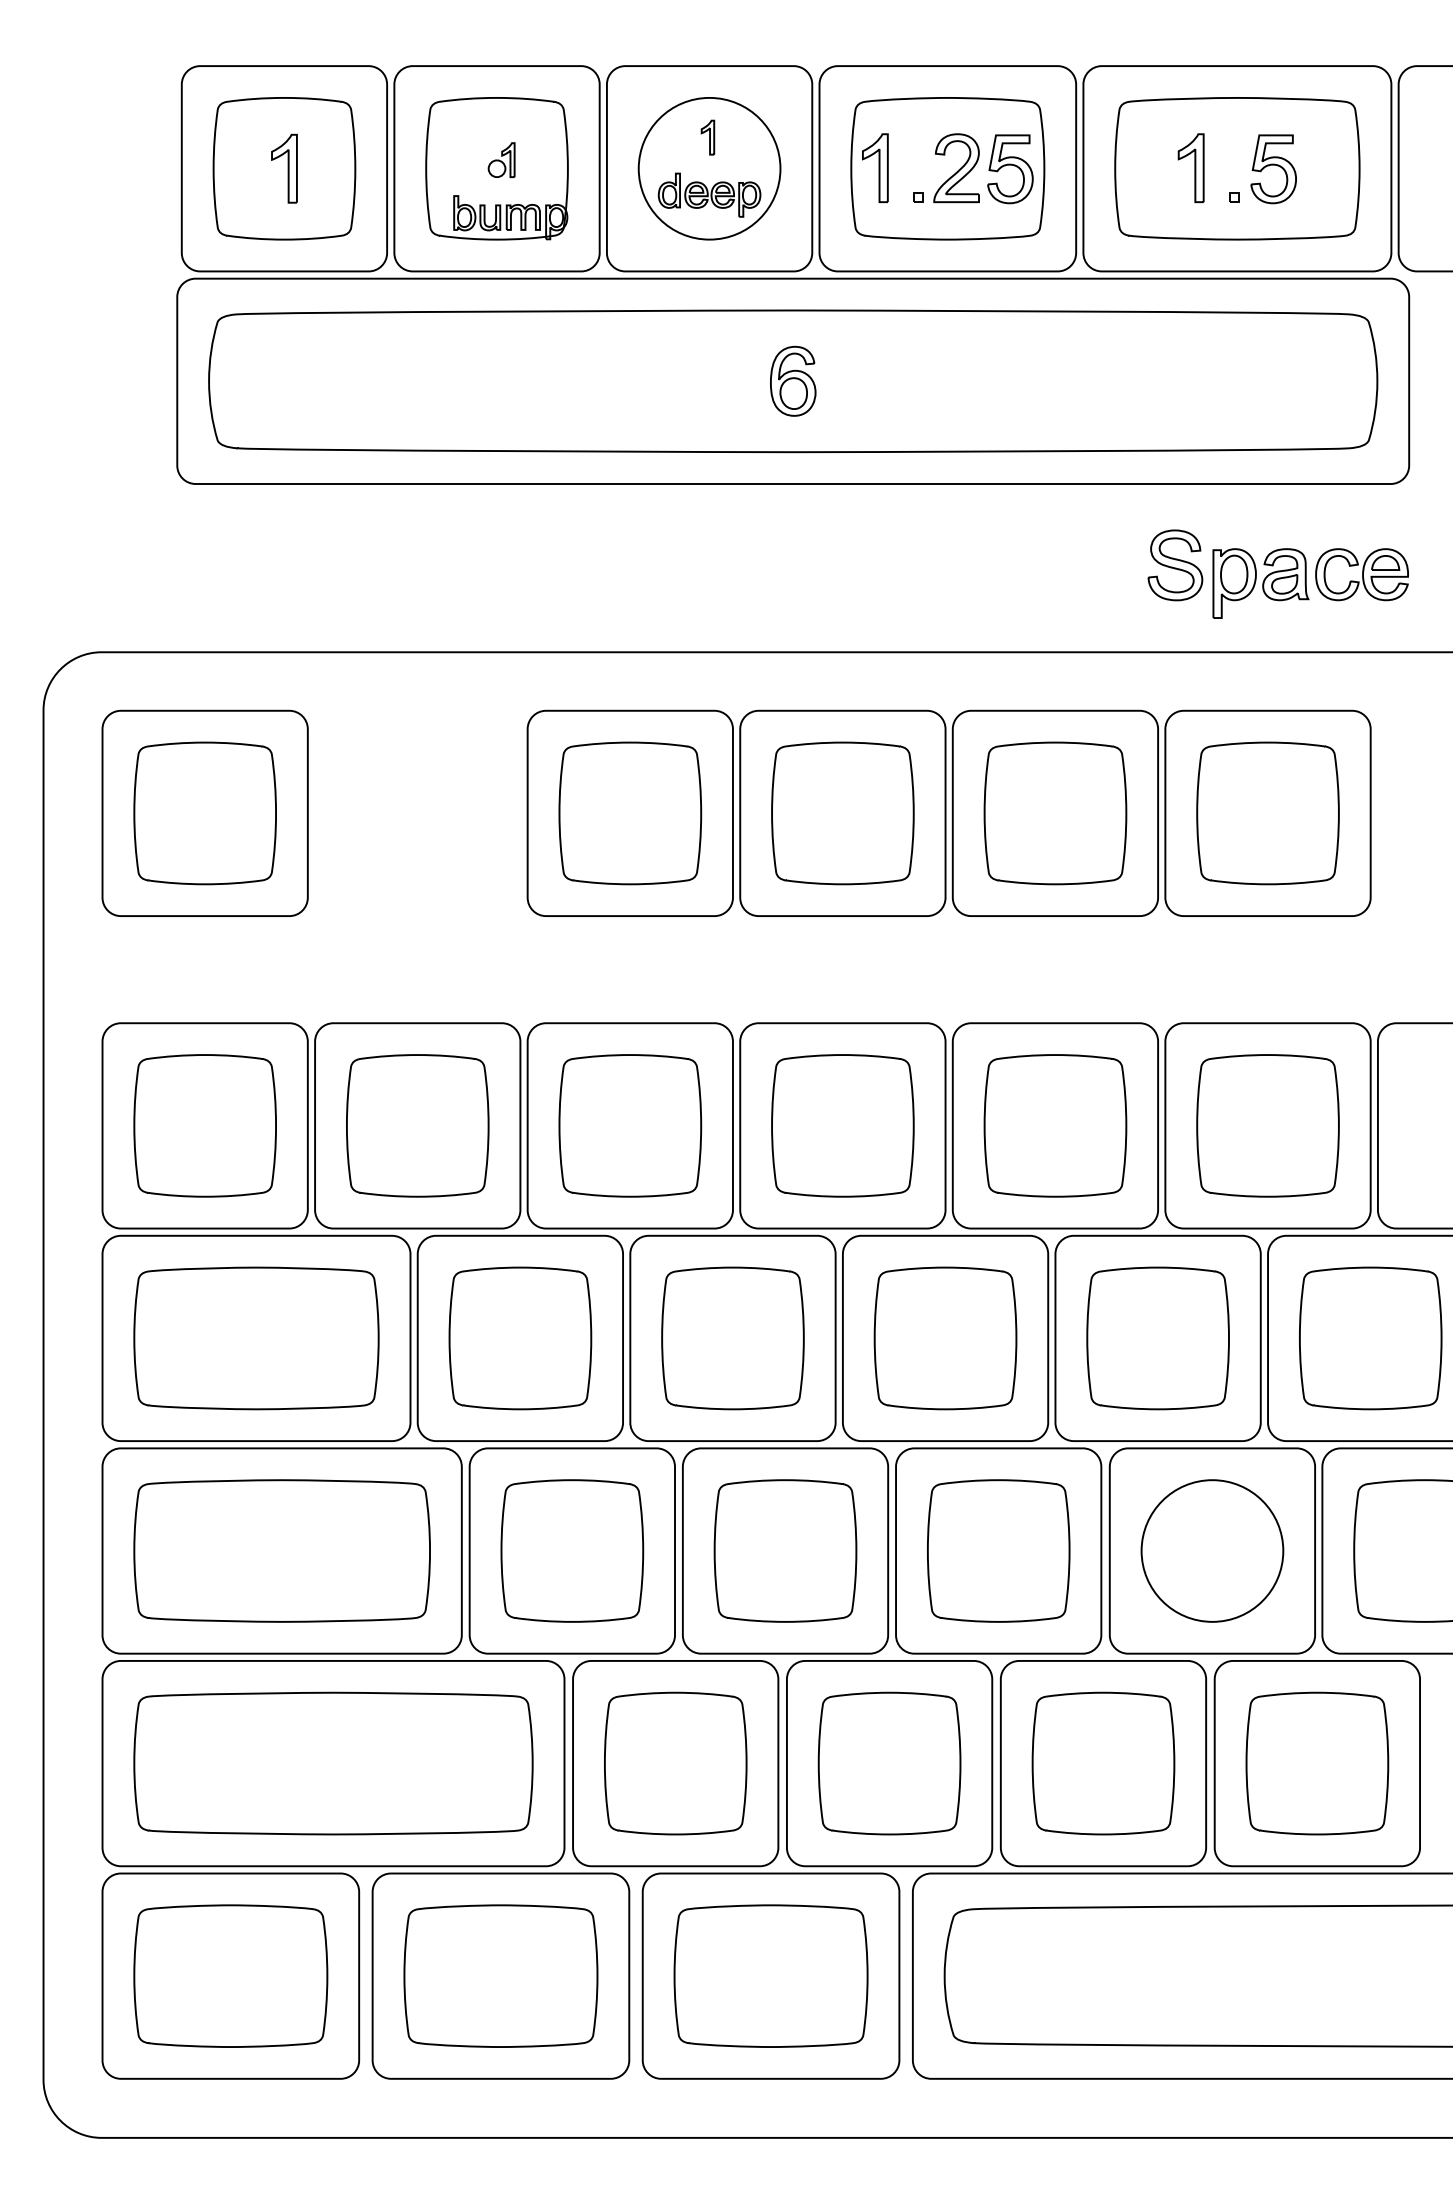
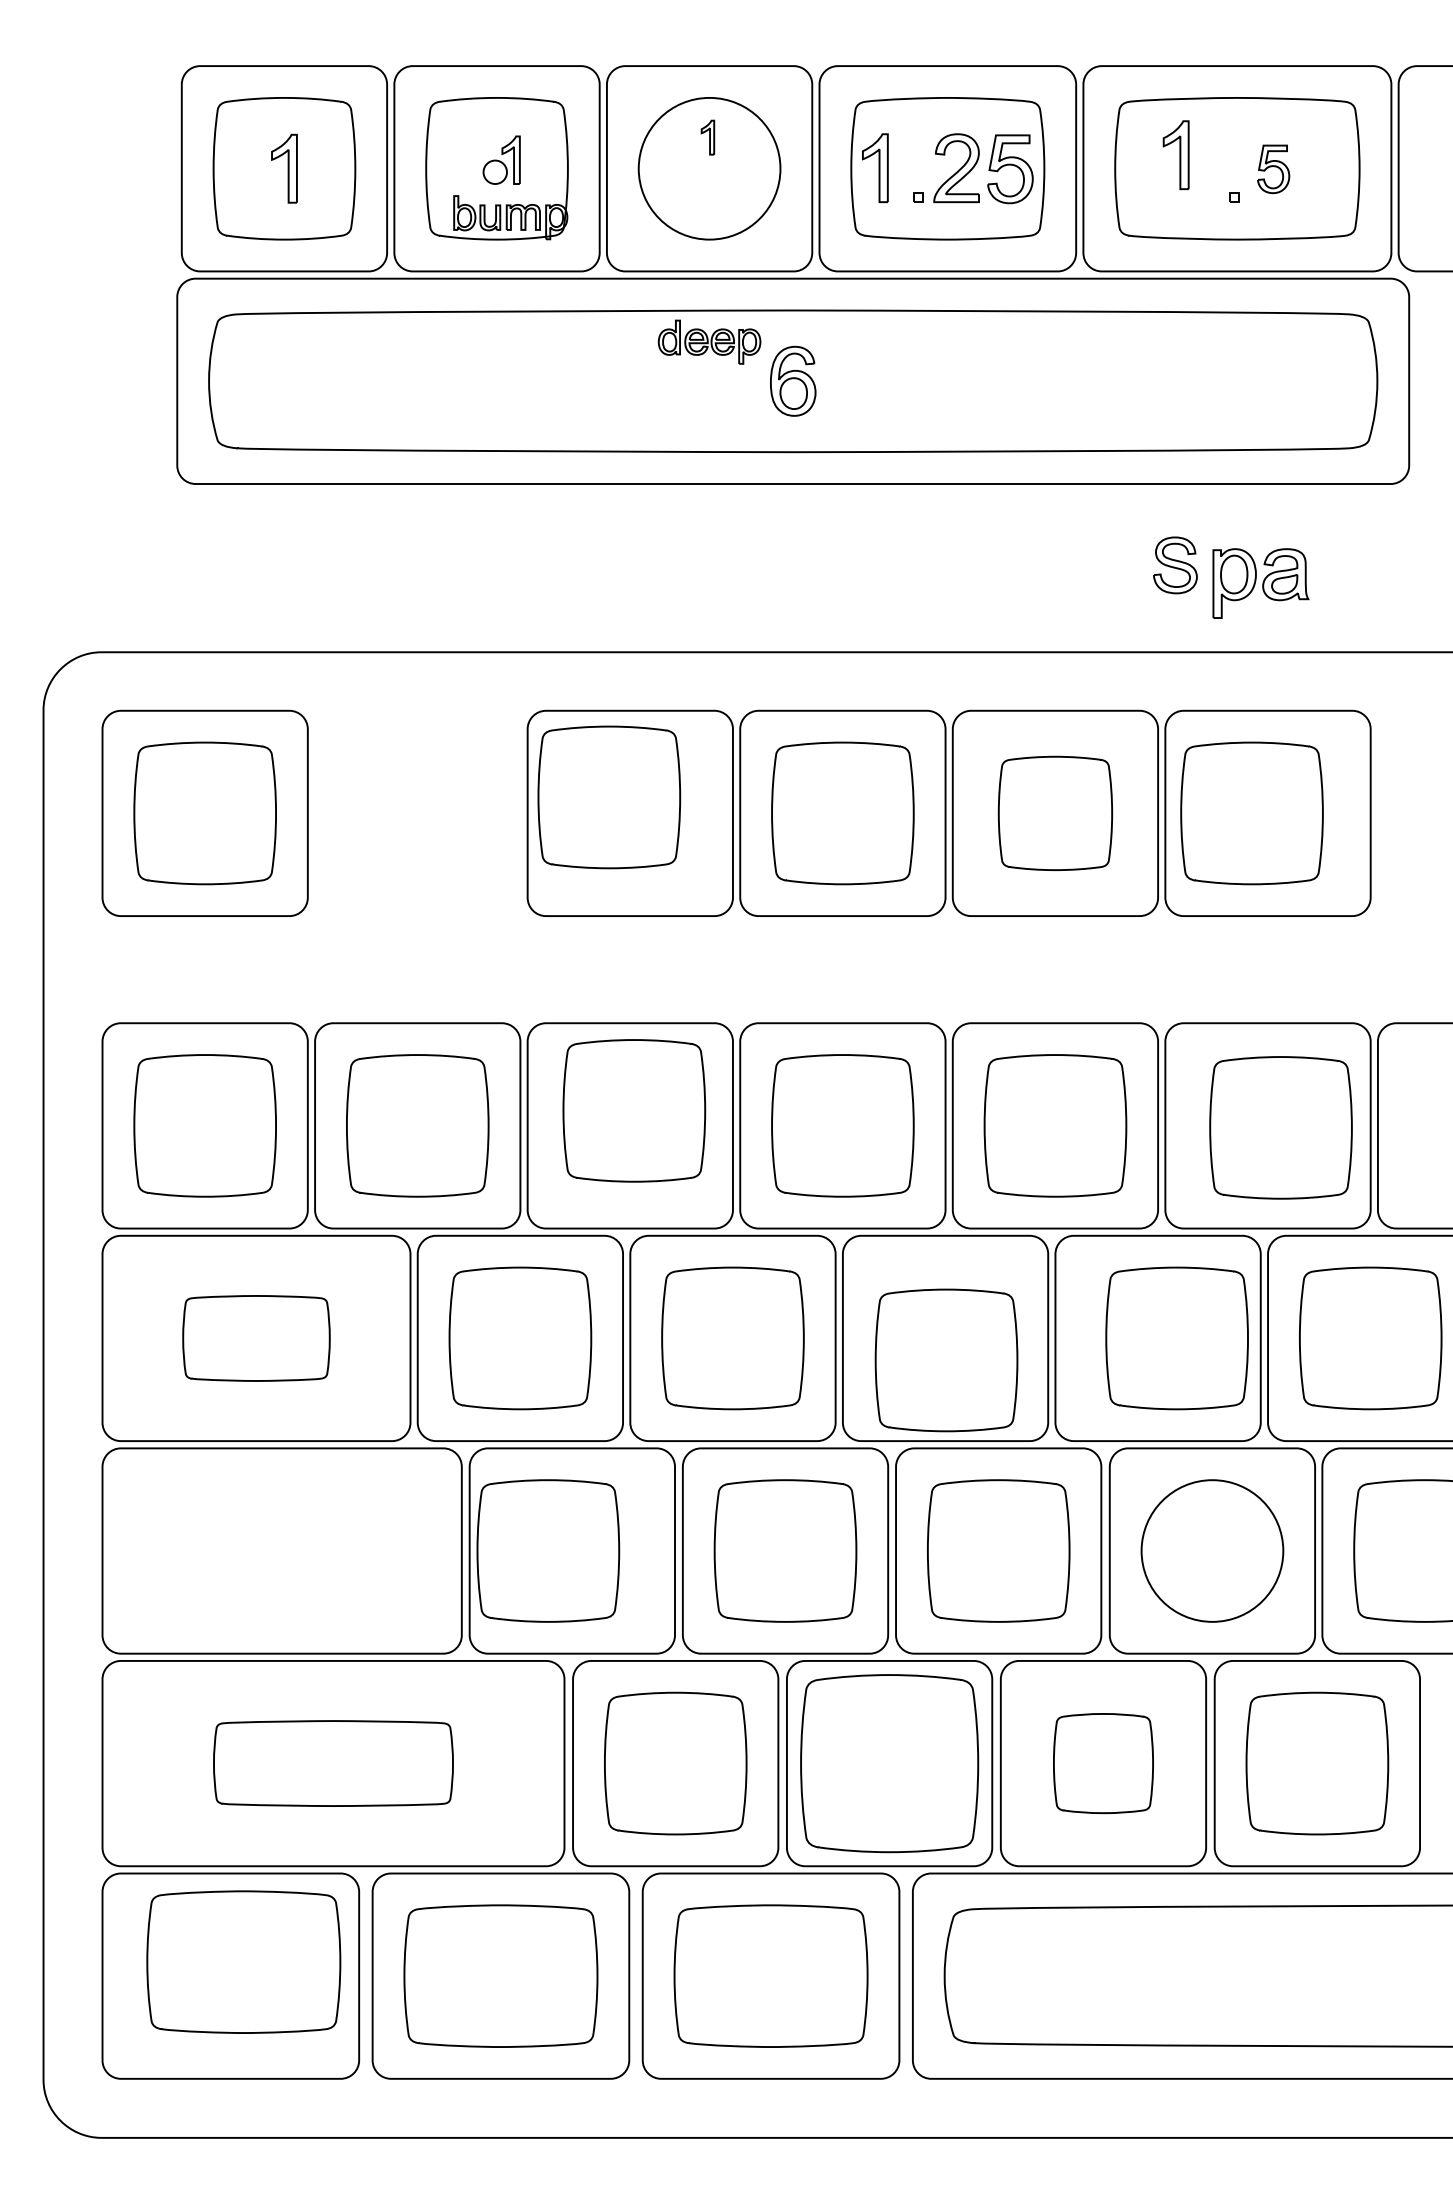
part at (501, 159) size: 29x36 px -> 39x50 px
part at (1190, 168) position: (1190, 168) -> (1175, 155)
part at (1273, 169) size: 47x71 px -> 34x50 px
part at (709, 194) position: (709, 194) -> (709, 341)
part at (1175, 565) size: 57x73 px -> 45x59 px
part at (1361, 574): present -> none
part at (630, 813) position: (630, 813) -> (609, 797)
part at (1055, 813) size: 145x145 px -> 117x116 px
part at (1267, 813) position: (1267, 813) -> (1251, 813)
part at (630, 1125) position: (630, 1125) -> (634, 1110)
part at (1267, 1125) position: (1267, 1125) -> (1280, 1127)
part at (256, 1338) size: 247x145 px -> 149x87 px
part at (945, 1338) position: (945, 1338) -> (946, 1360)
part at (1157, 1338) position: (1157, 1338) -> (1176, 1338)
part at (281, 1550): present -> none
part at (572, 1550) position: (572, 1550) -> (548, 1550)
part at (333, 1763) size: 401x145 px -> 241x87 px
part at (889, 1763) size: 145x145 px -> 180x180 px
part at (1103, 1763) size: 145x145 px -> 101x102 px
part at (230, 1975) position: (230, 1975) -> (243, 1961)
